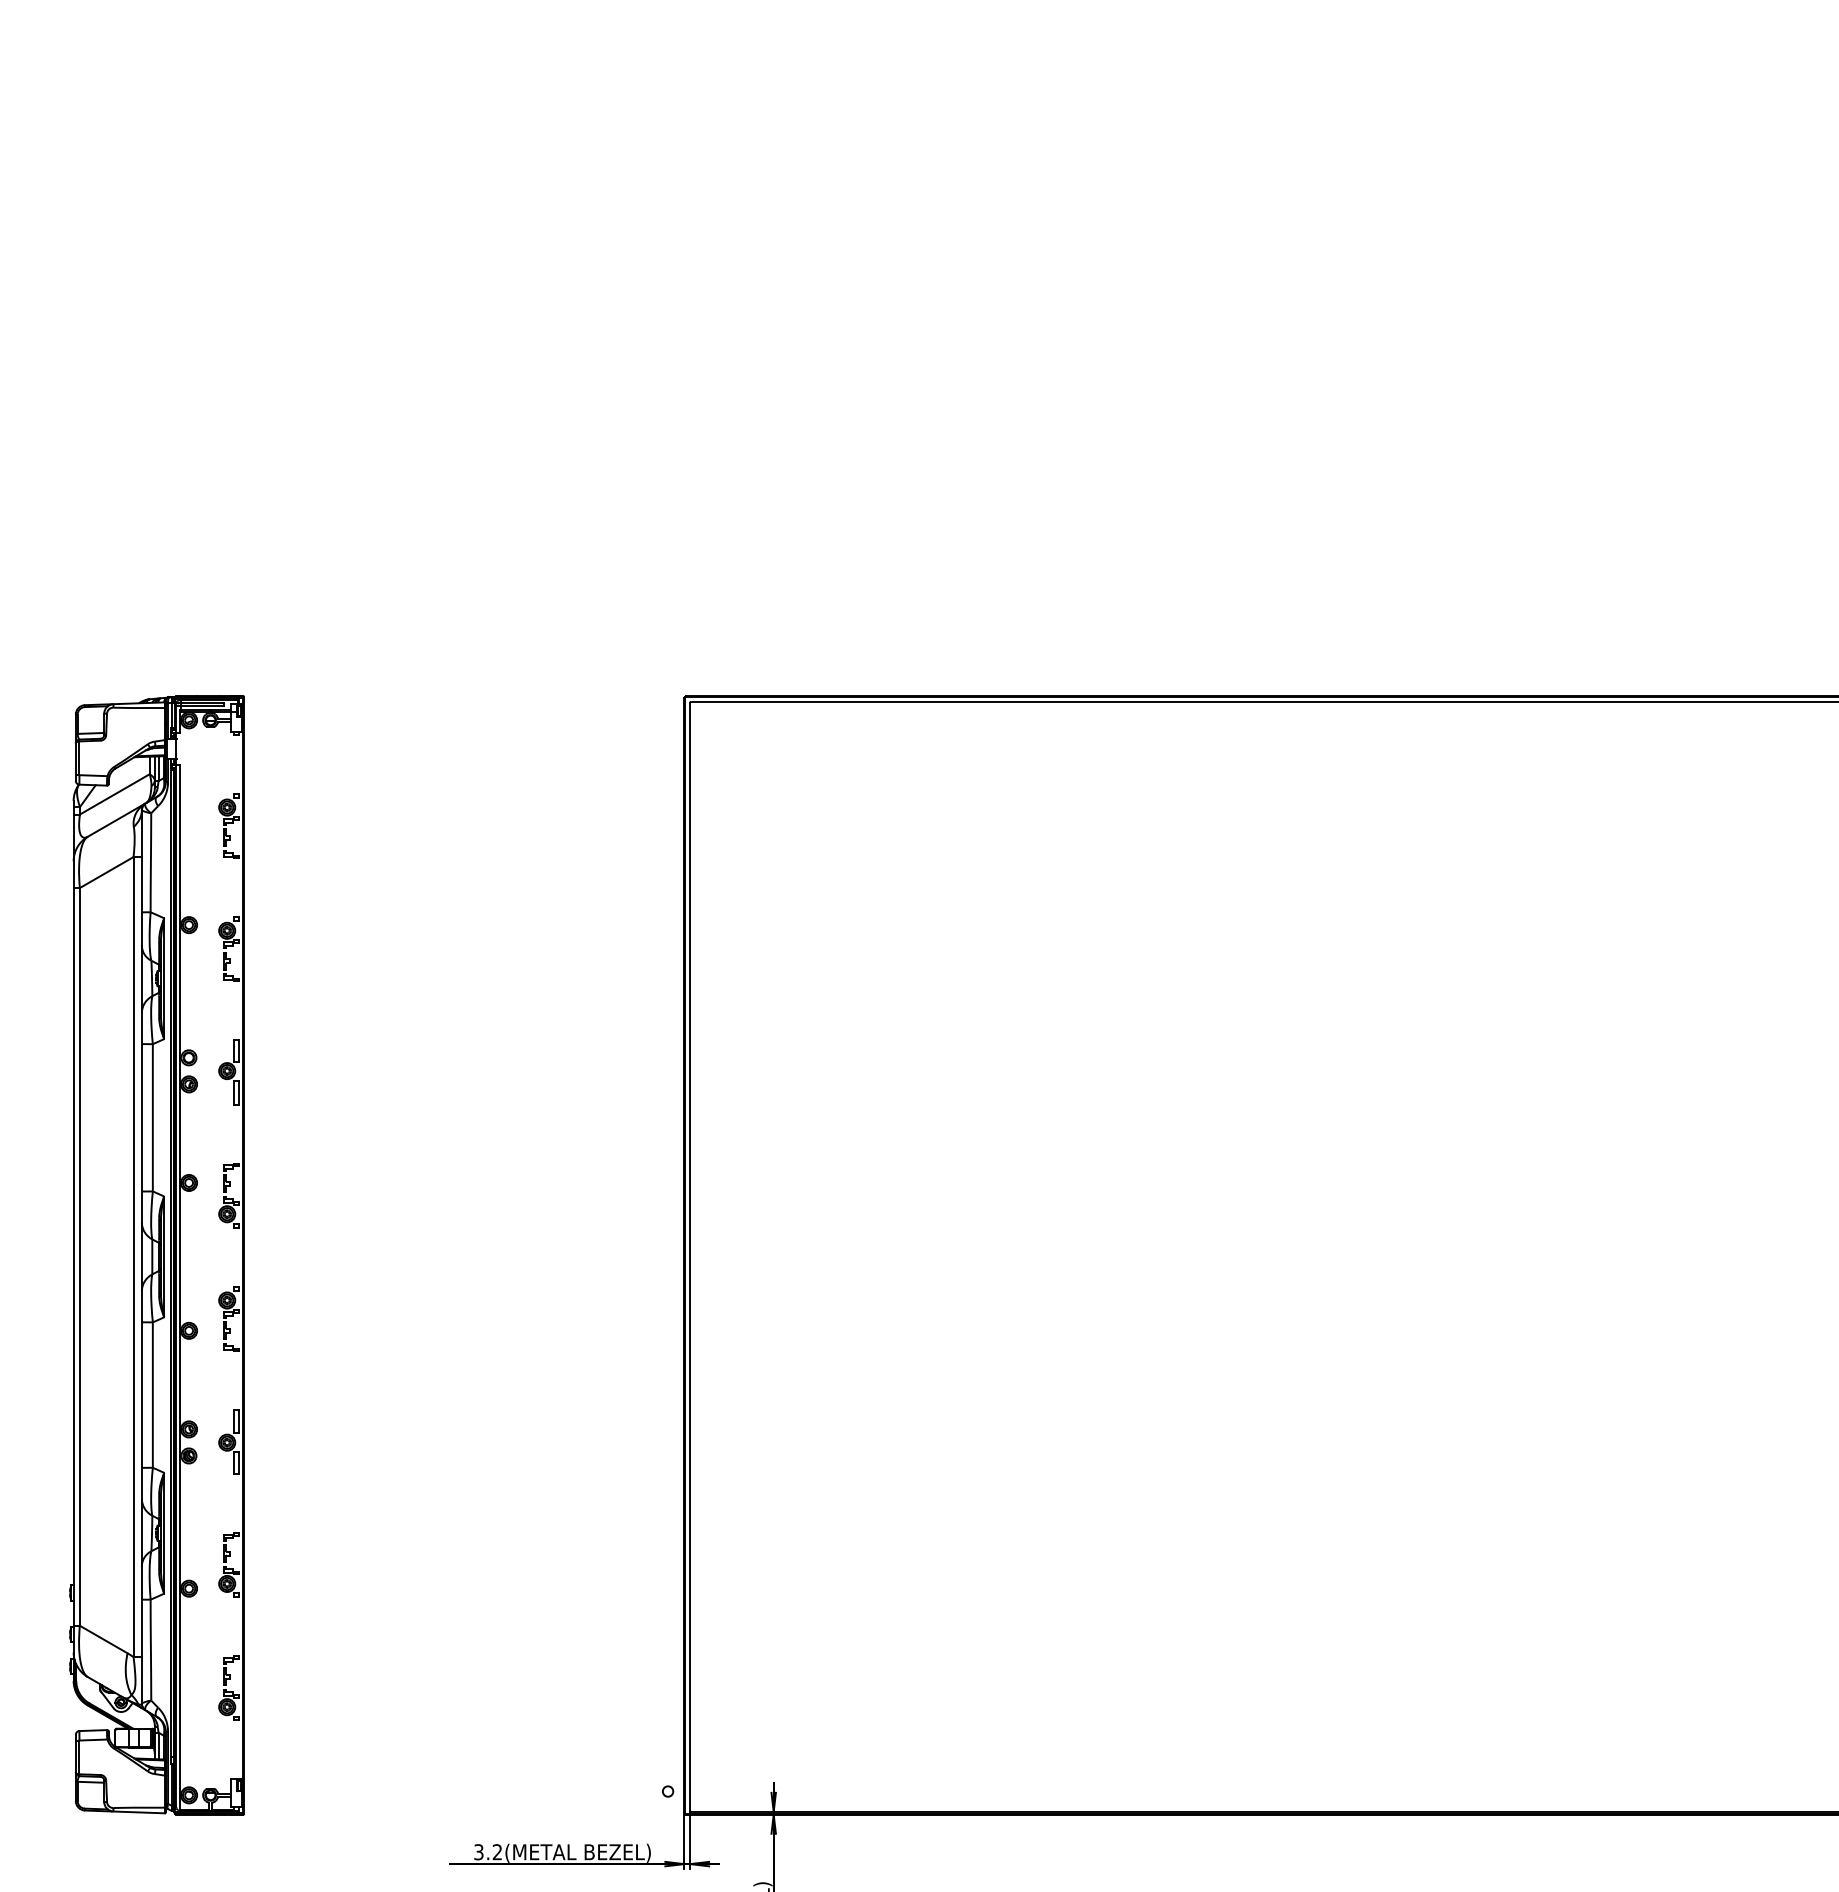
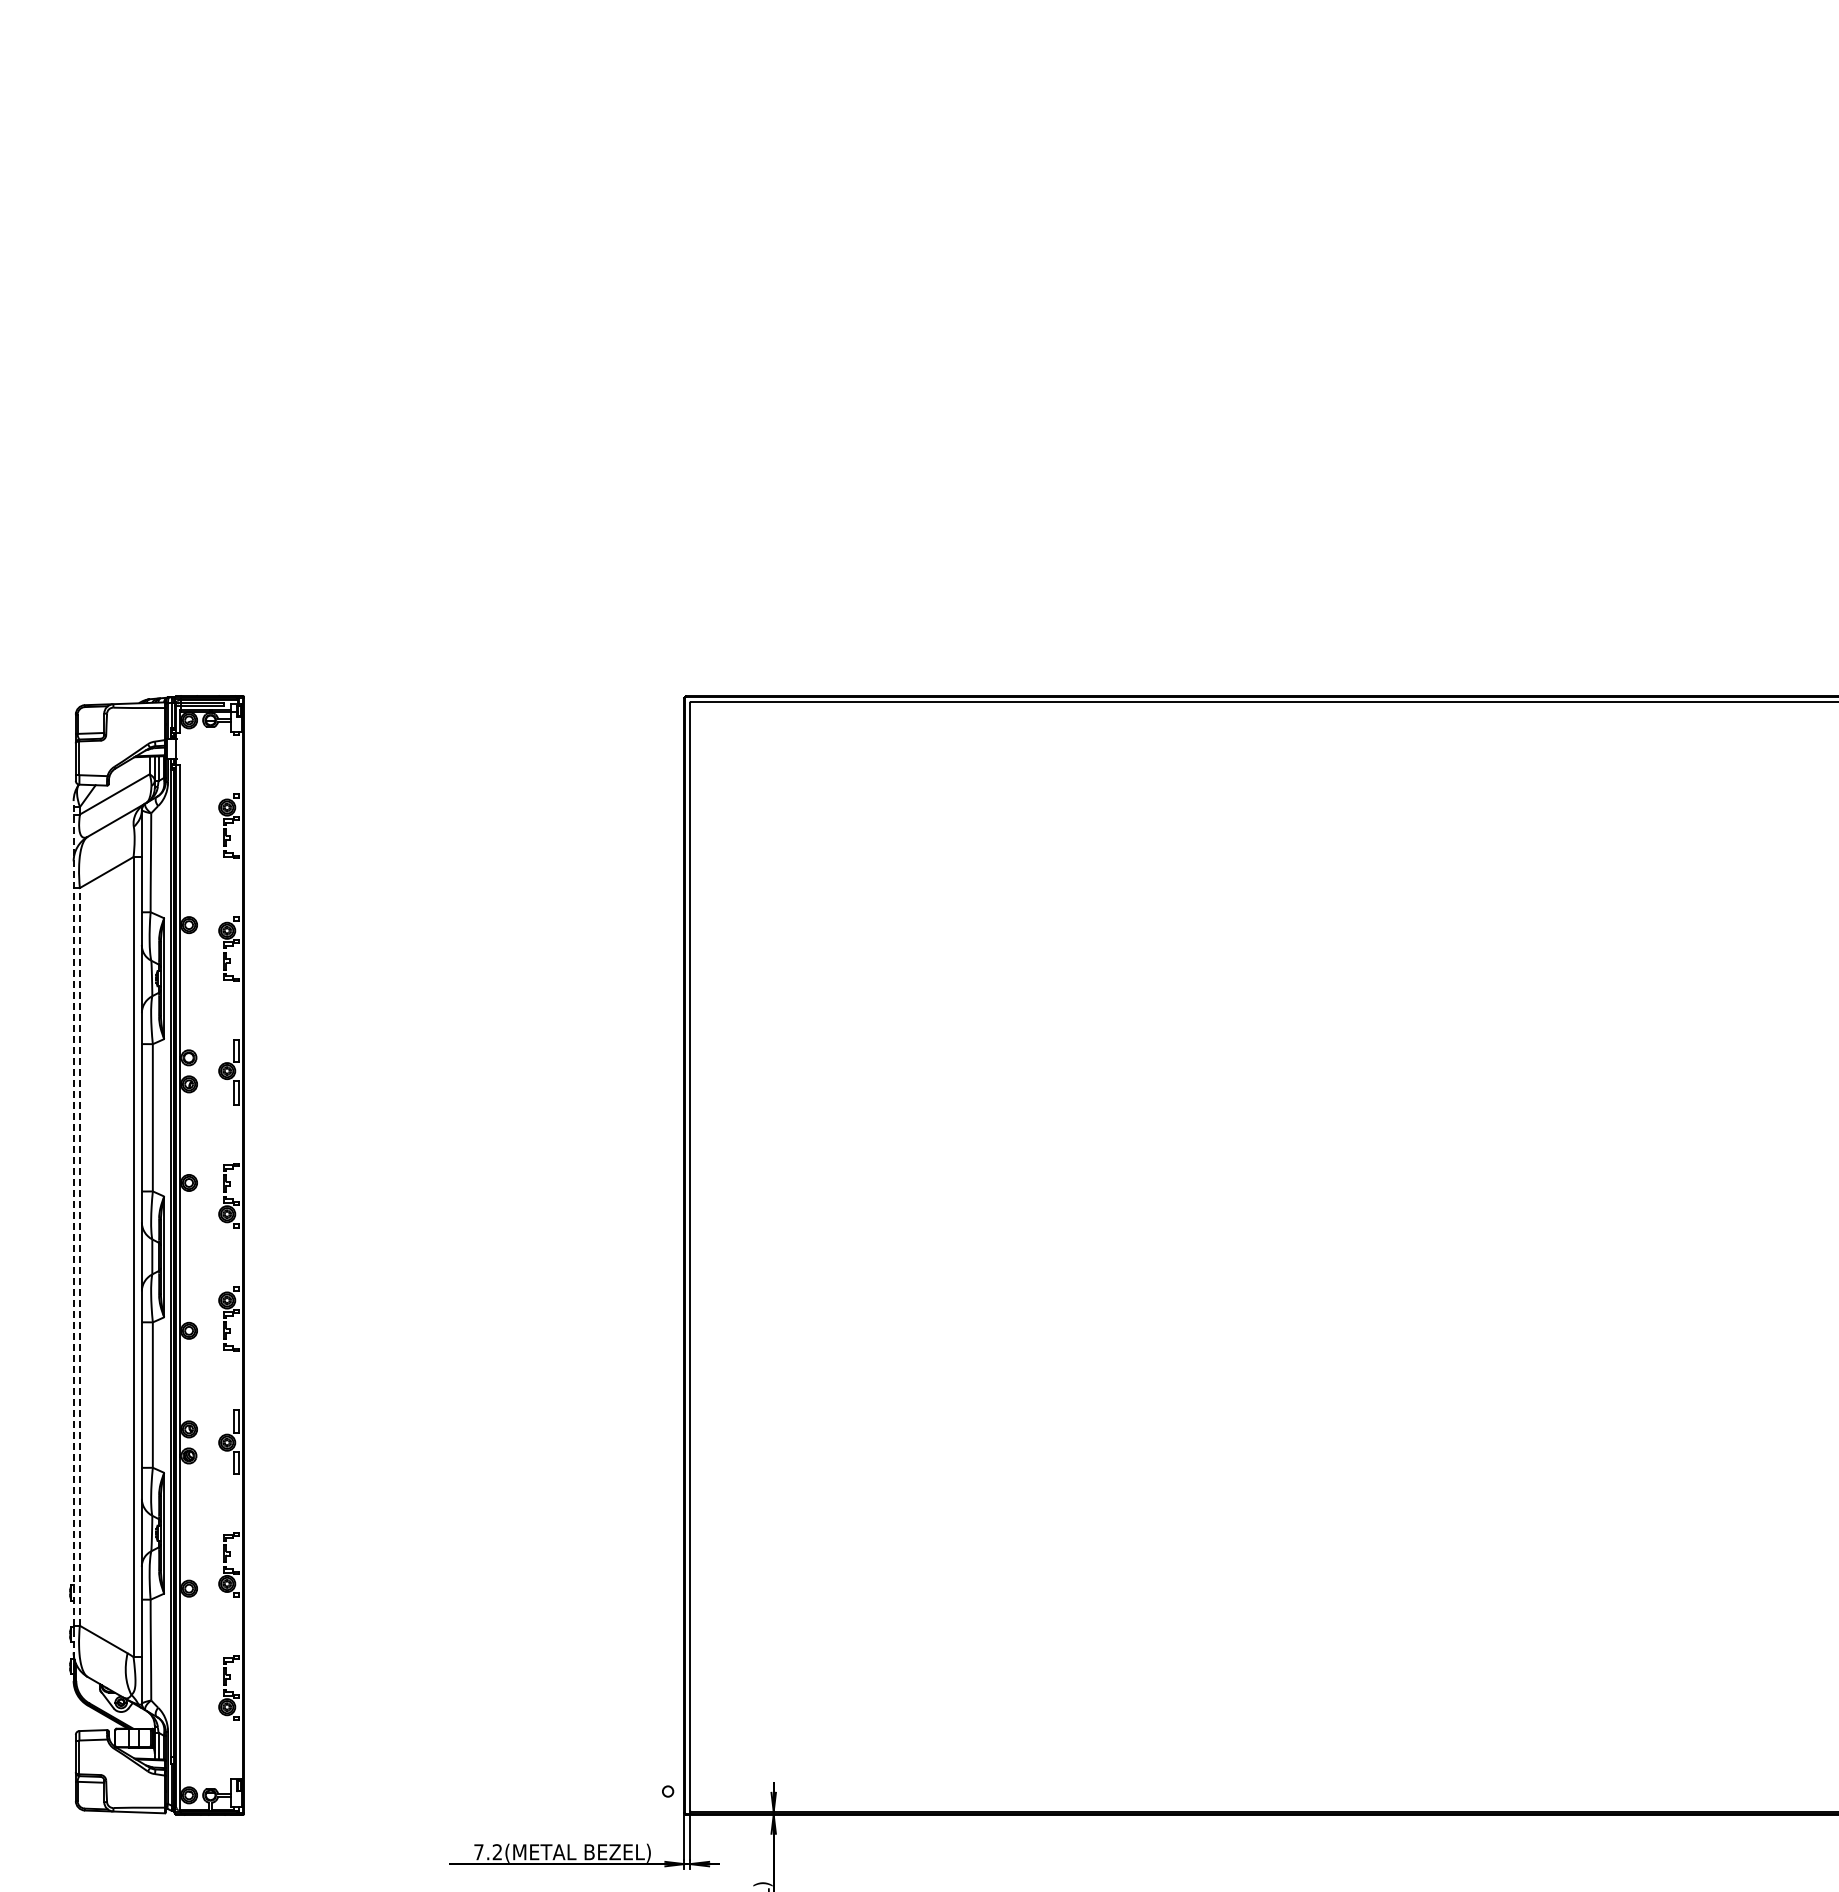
line at (73, 1240): solid -> dashed
line at (79, 1256): solid -> dashed
text at (478, 1852): 3.2(METAL -> 7.2(METAL
